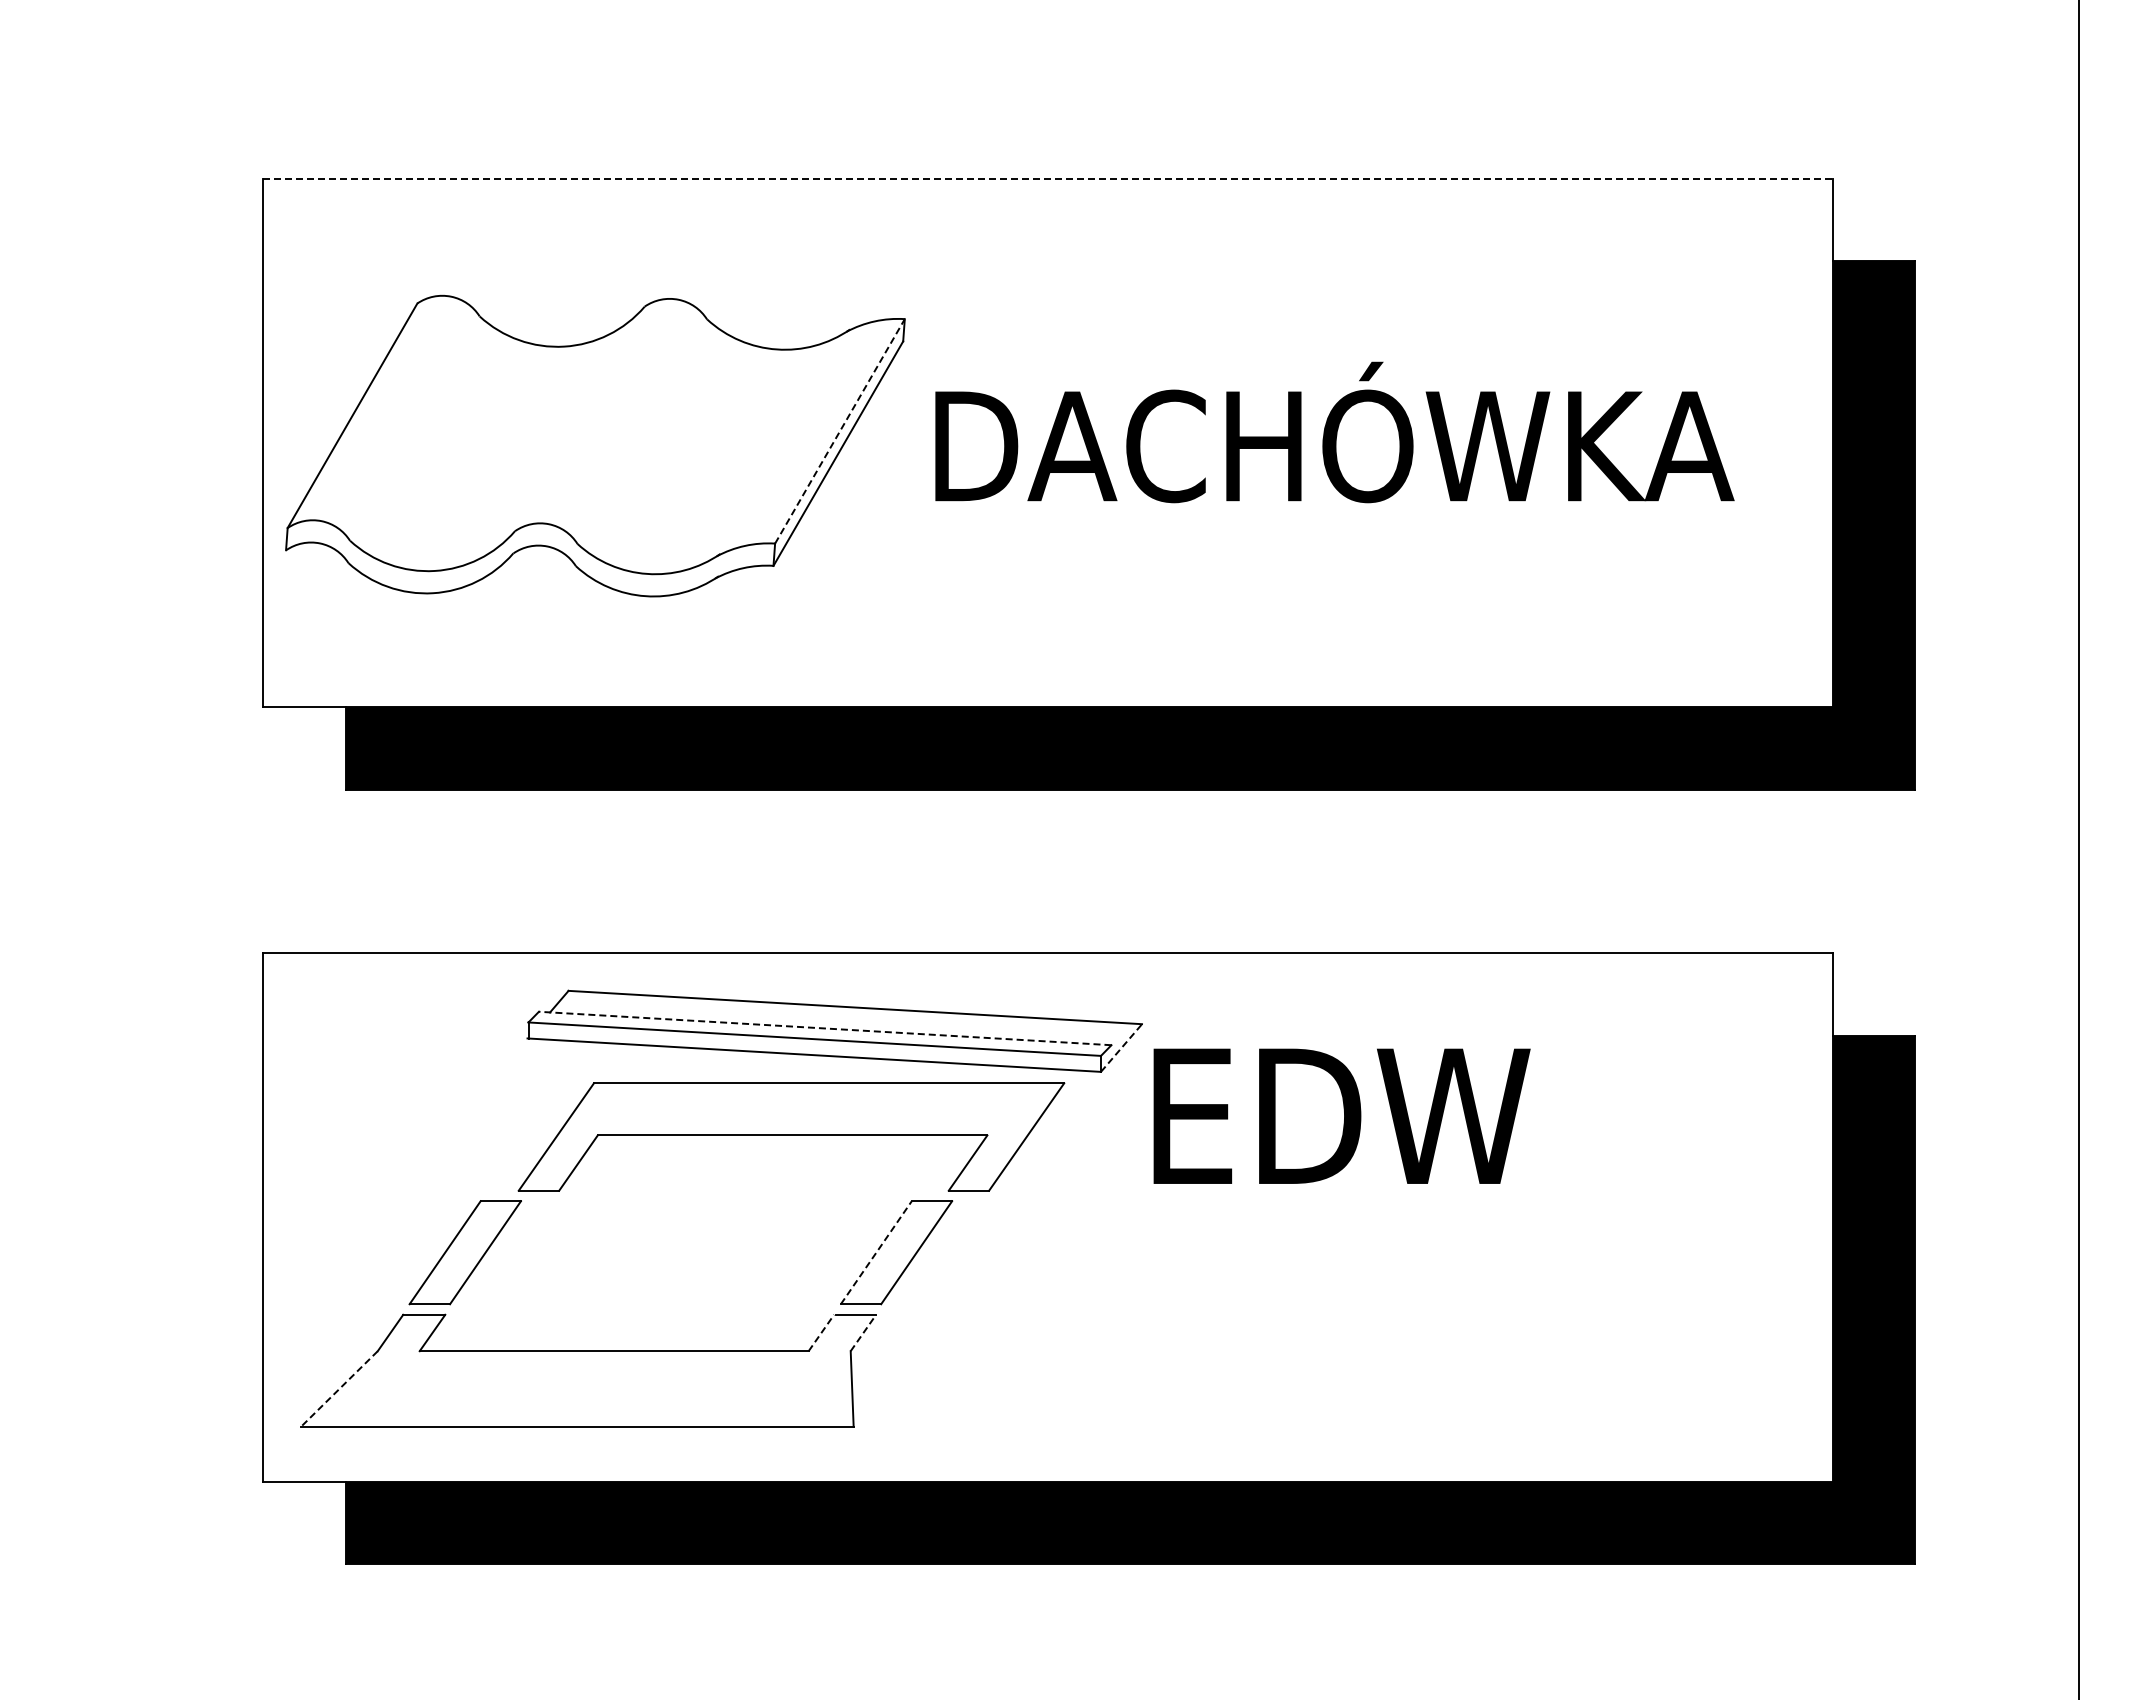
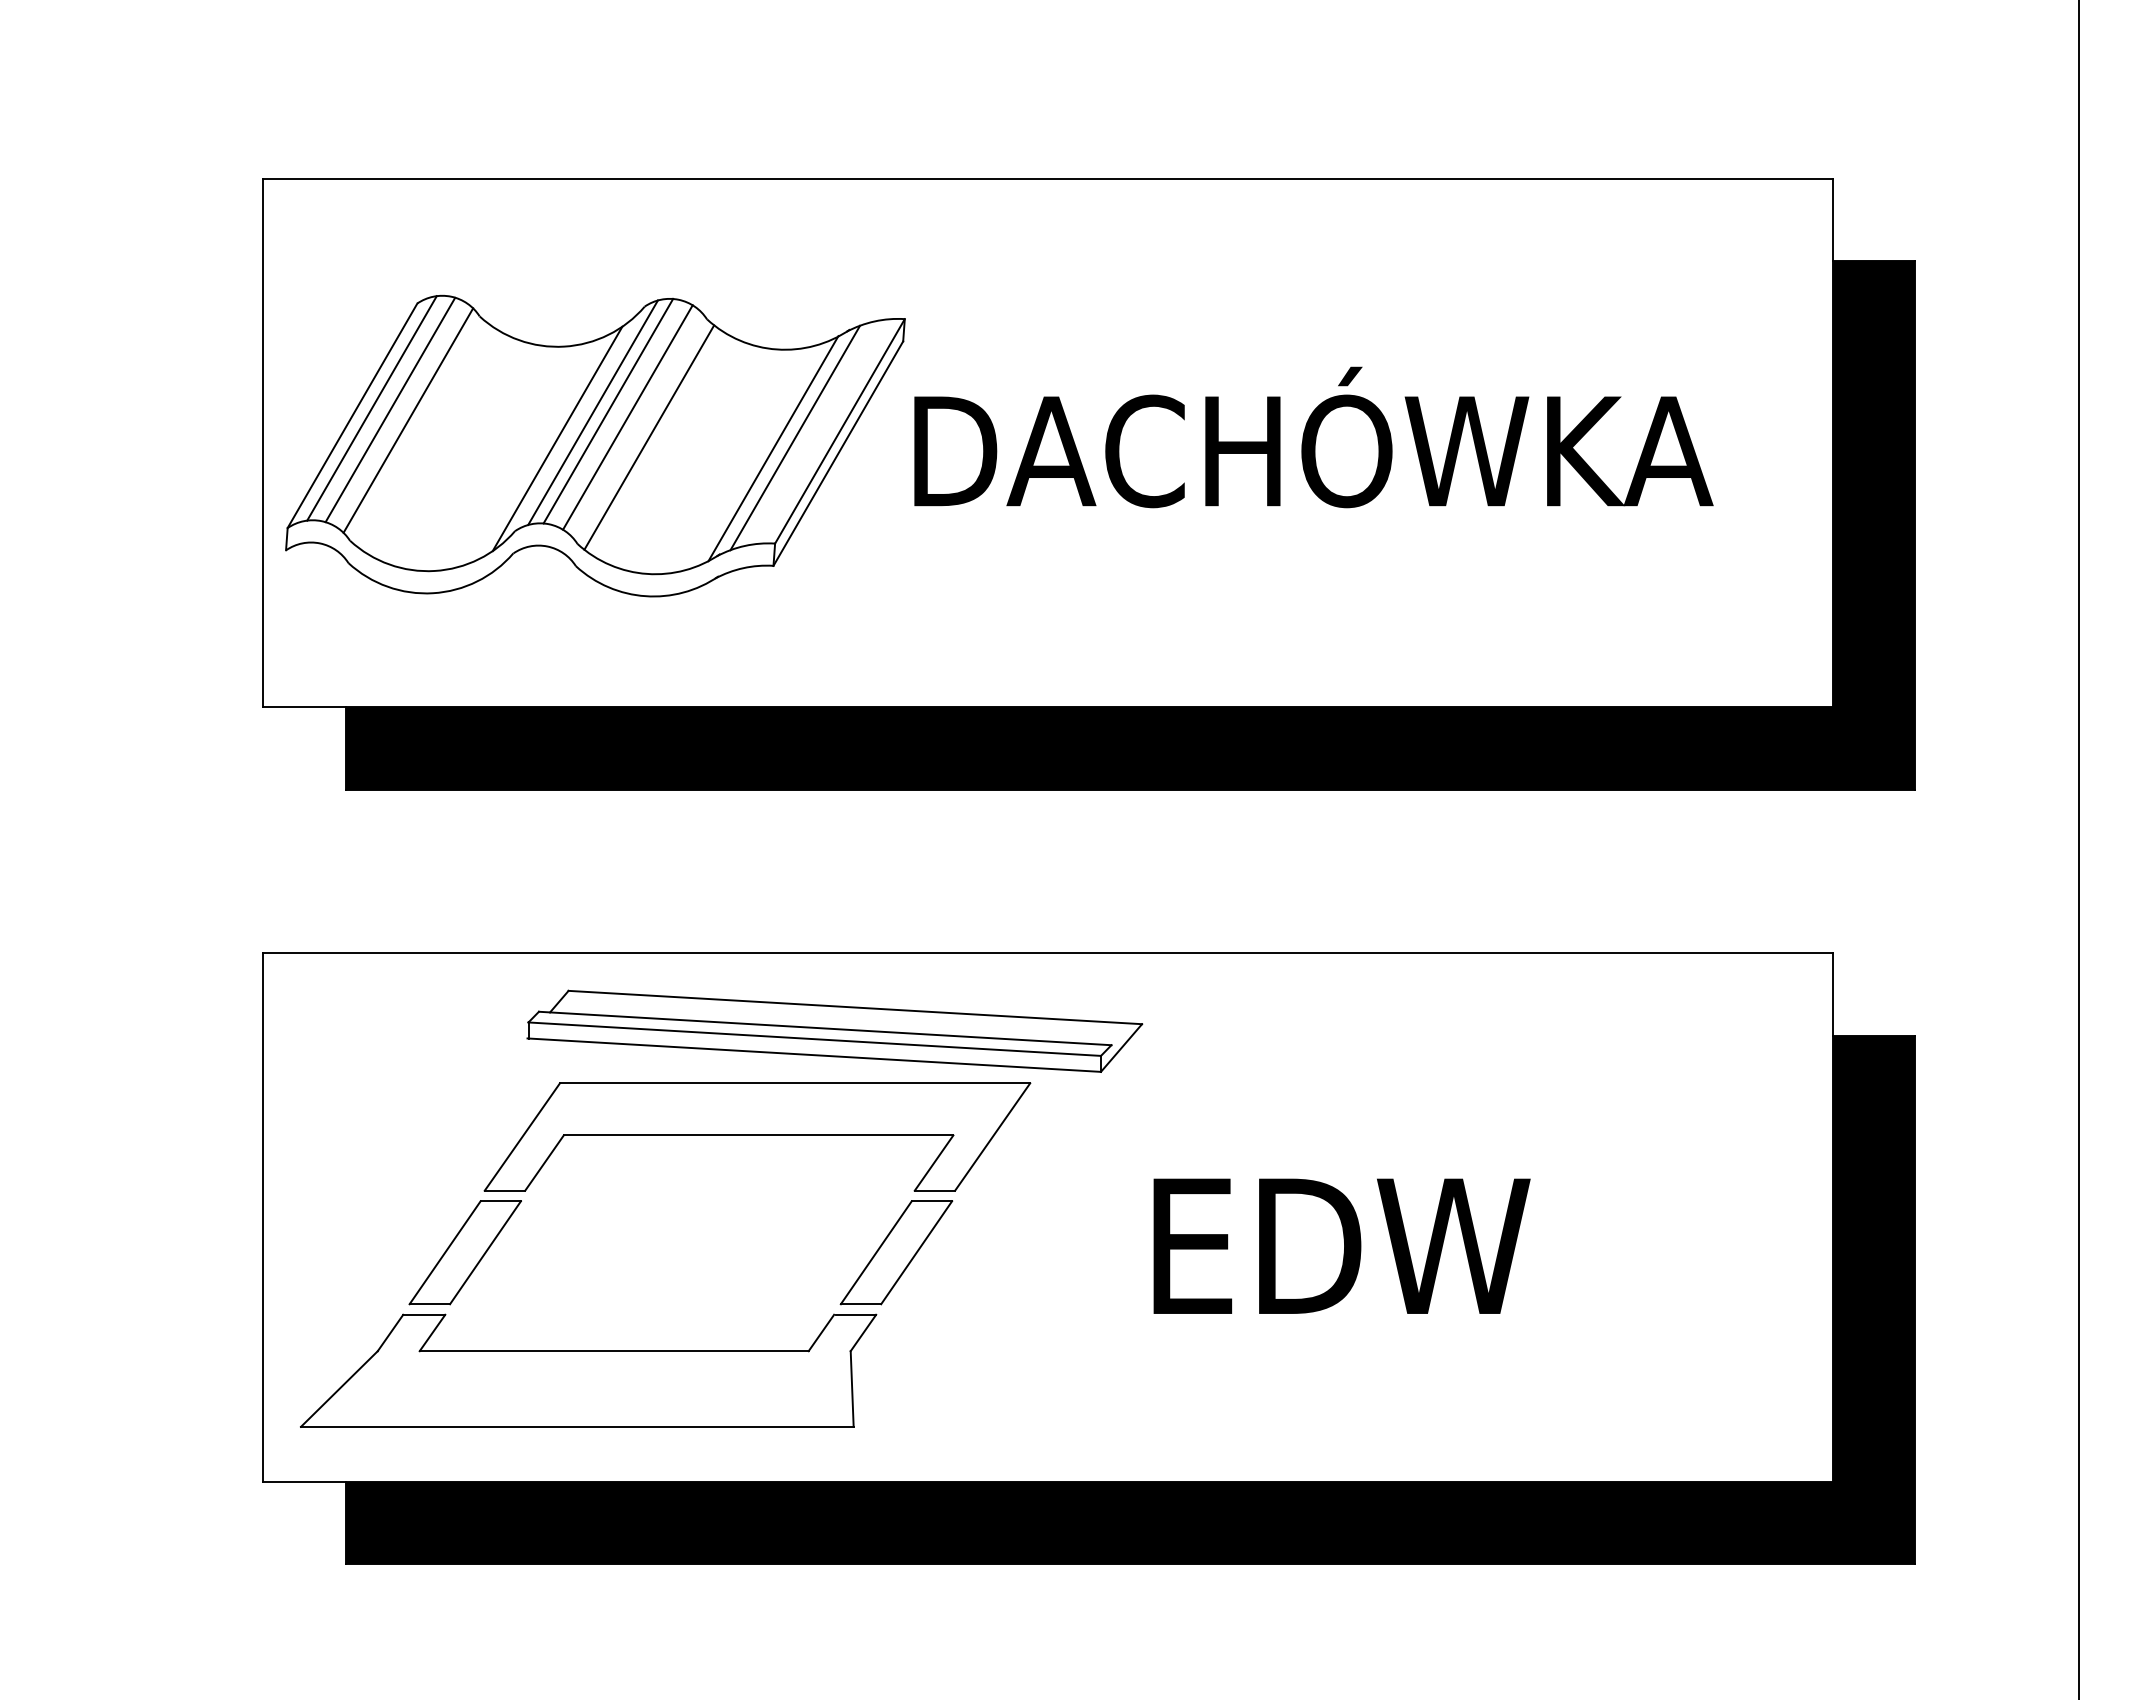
line at (1048, 178): dashed -> solid
line at (371, 408): none -> present
line at (390, 409): none -> present
line at (608, 410): none -> present
line at (592, 412): none -> present
line at (627, 417): none -> present
line at (408, 420): none -> present
line at (839, 431): dashed -> solid
text at (1334, 432) position: (1334, 432) -> (1313, 437)
line at (649, 437): none -> present
line at (795, 437): none -> present
line at (557, 438): none -> present
line at (773, 448): none -> present
line at (825, 1028): dashed -> solid
line at (1121, 1047): dashed -> solid
text at (1341, 1115) position: (1341, 1115) -> (1341, 1245)
part at (791, 1136) position: (791, 1136) -> (757, 1136)
line at (876, 1252): dashed -> solid
line at (821, 1332): dashed -> solid
line at (863, 1332): dashed -> solid
line at (339, 1389): dashed -> solid
